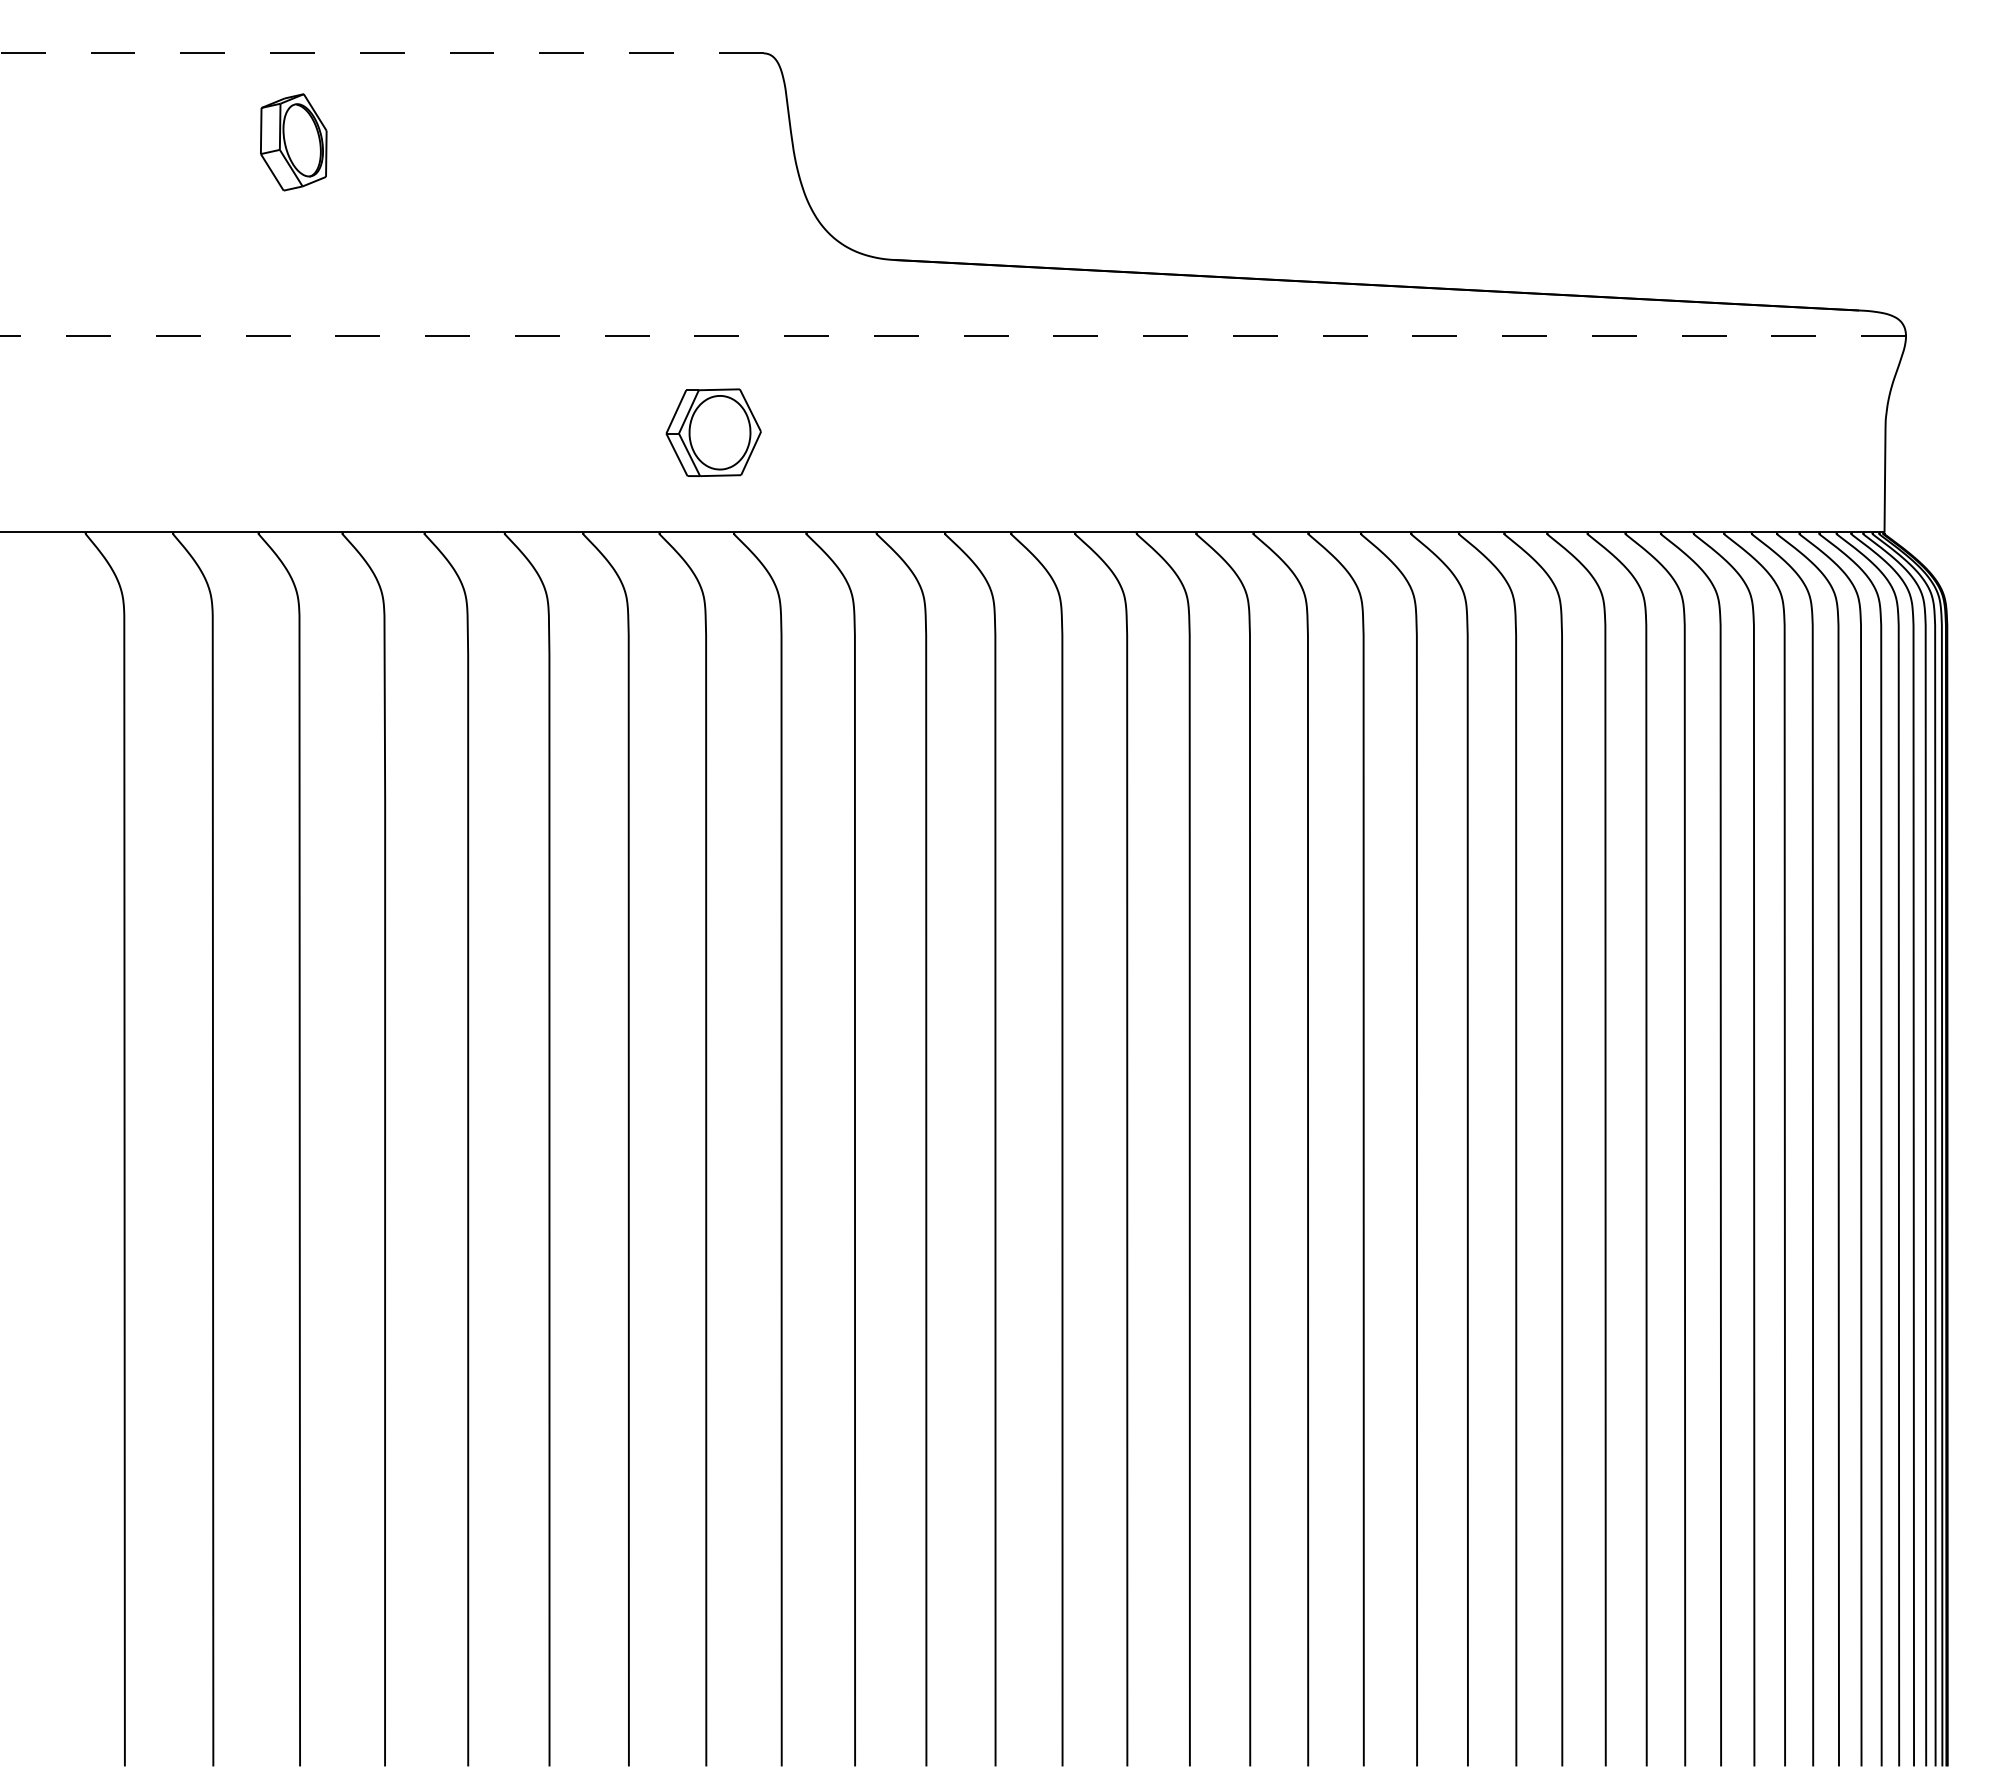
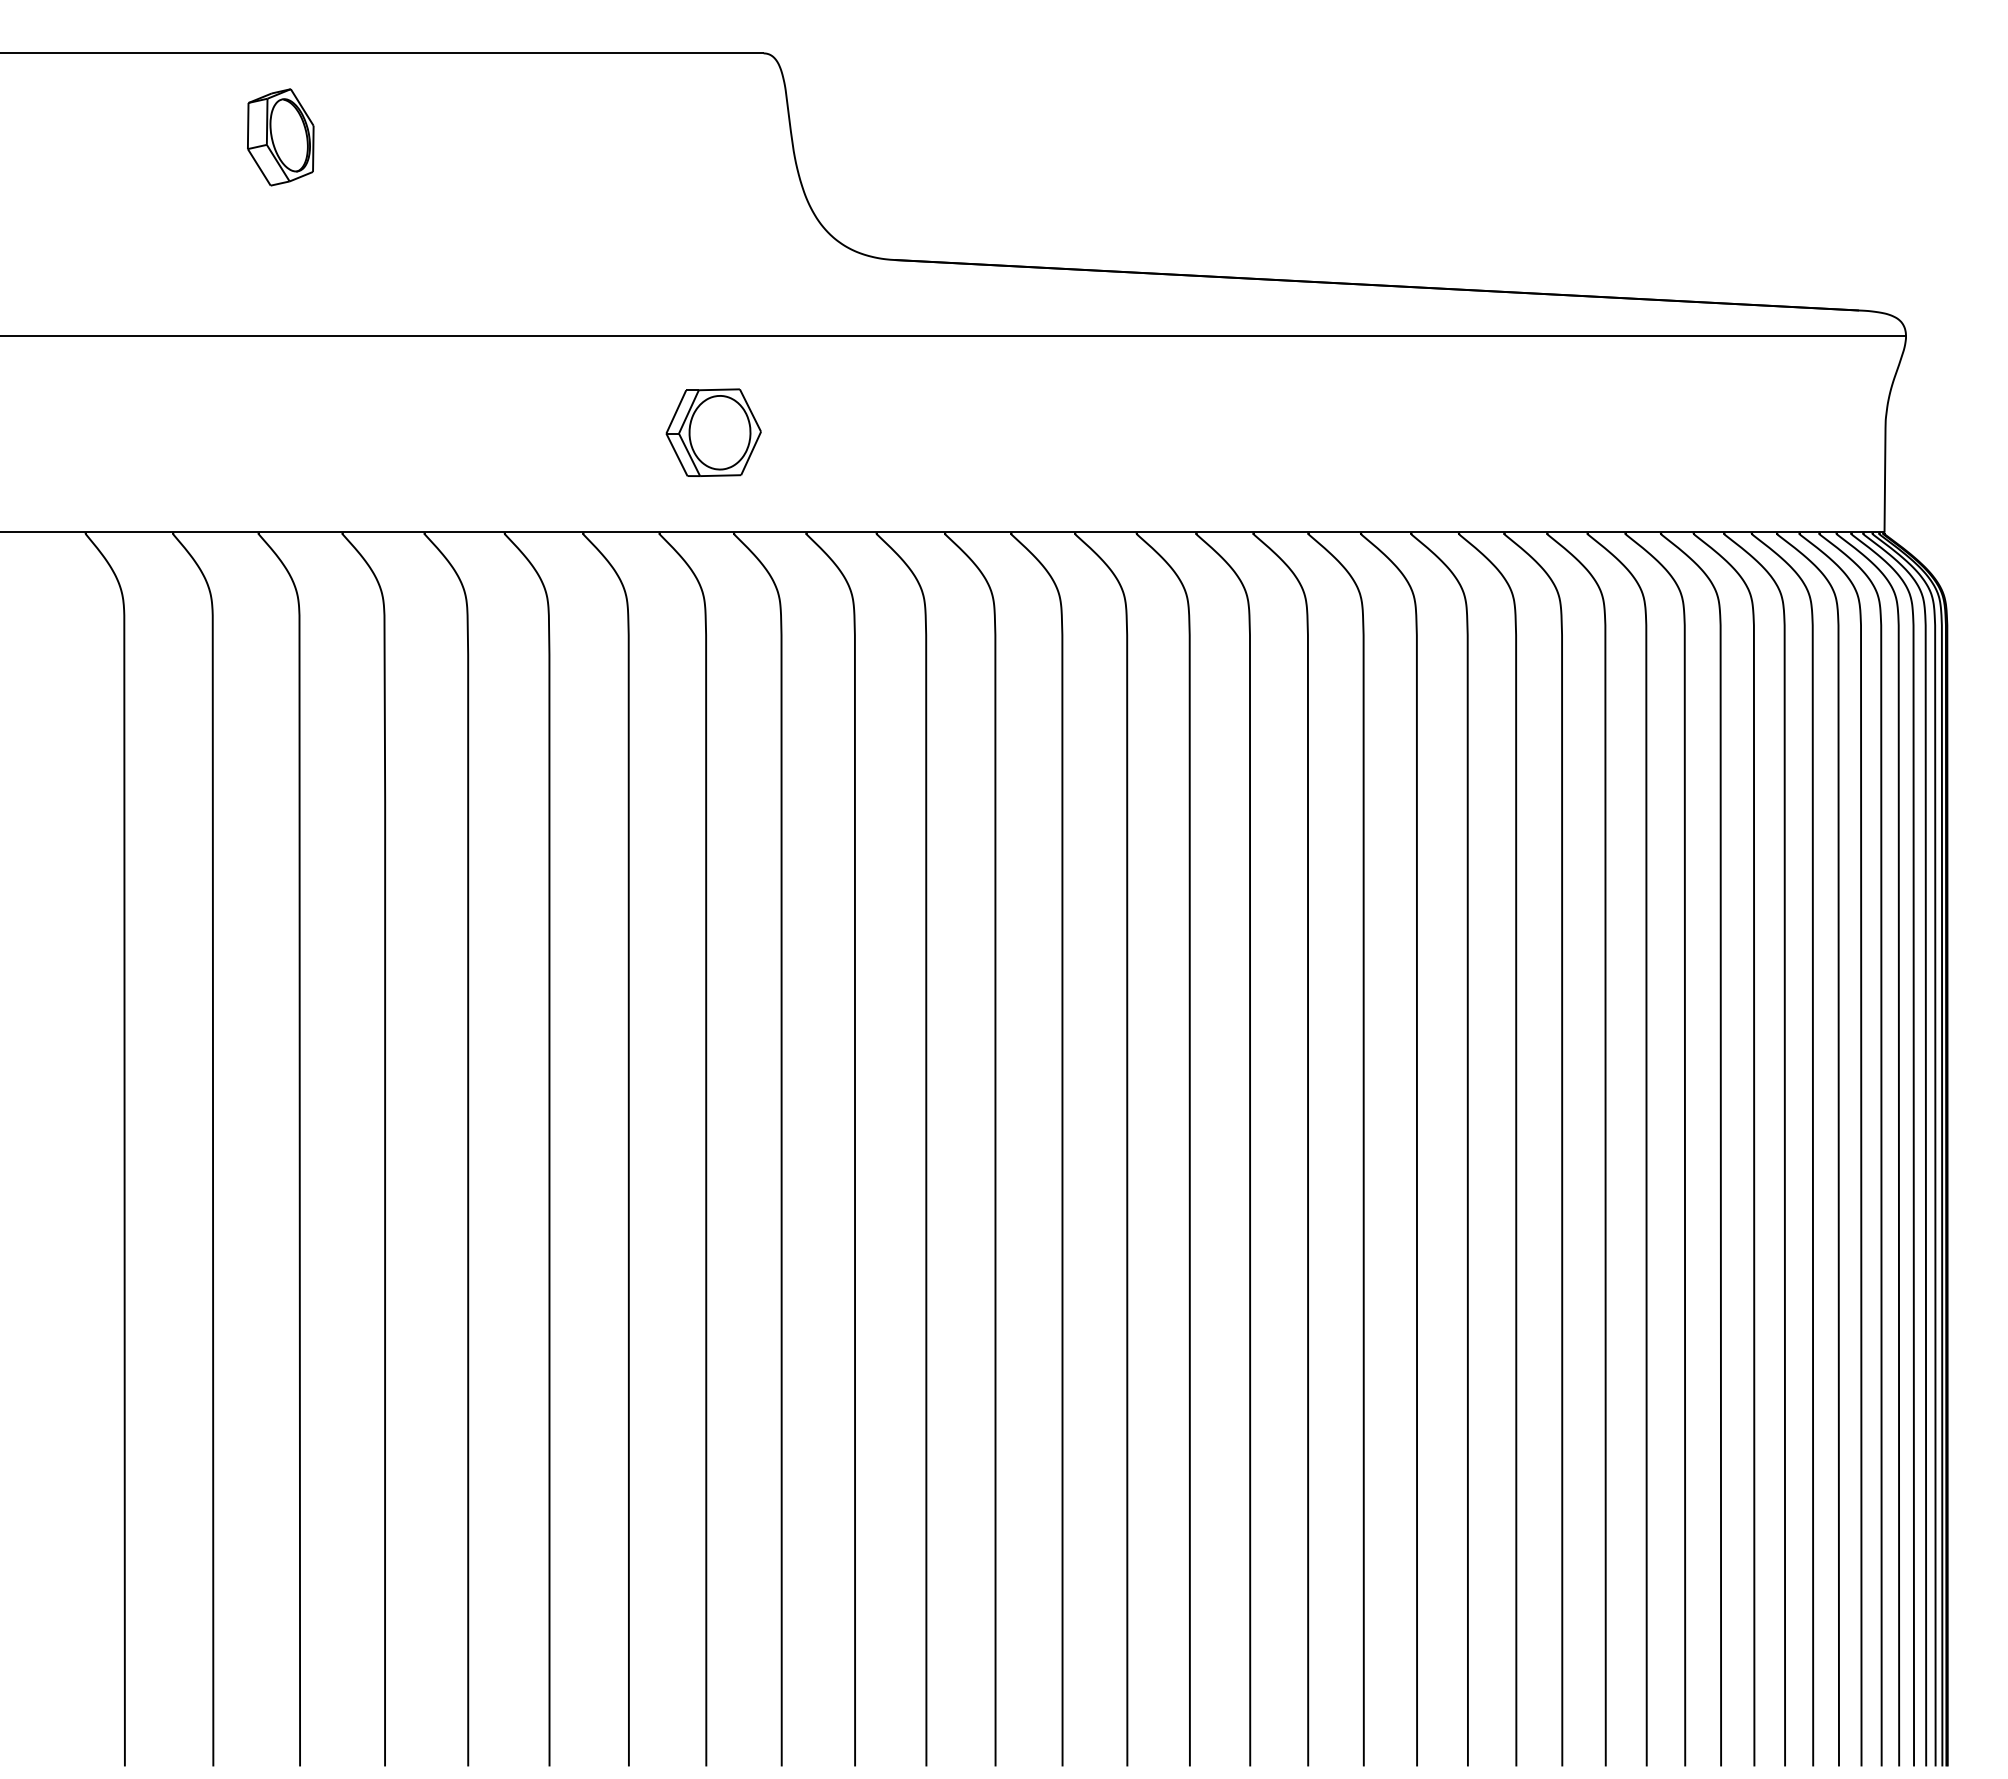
line at (381, 53): dashed -> solid
part at (293, 142) position: (293, 142) -> (280, 137)
line at (953, 336): dashed -> solid
